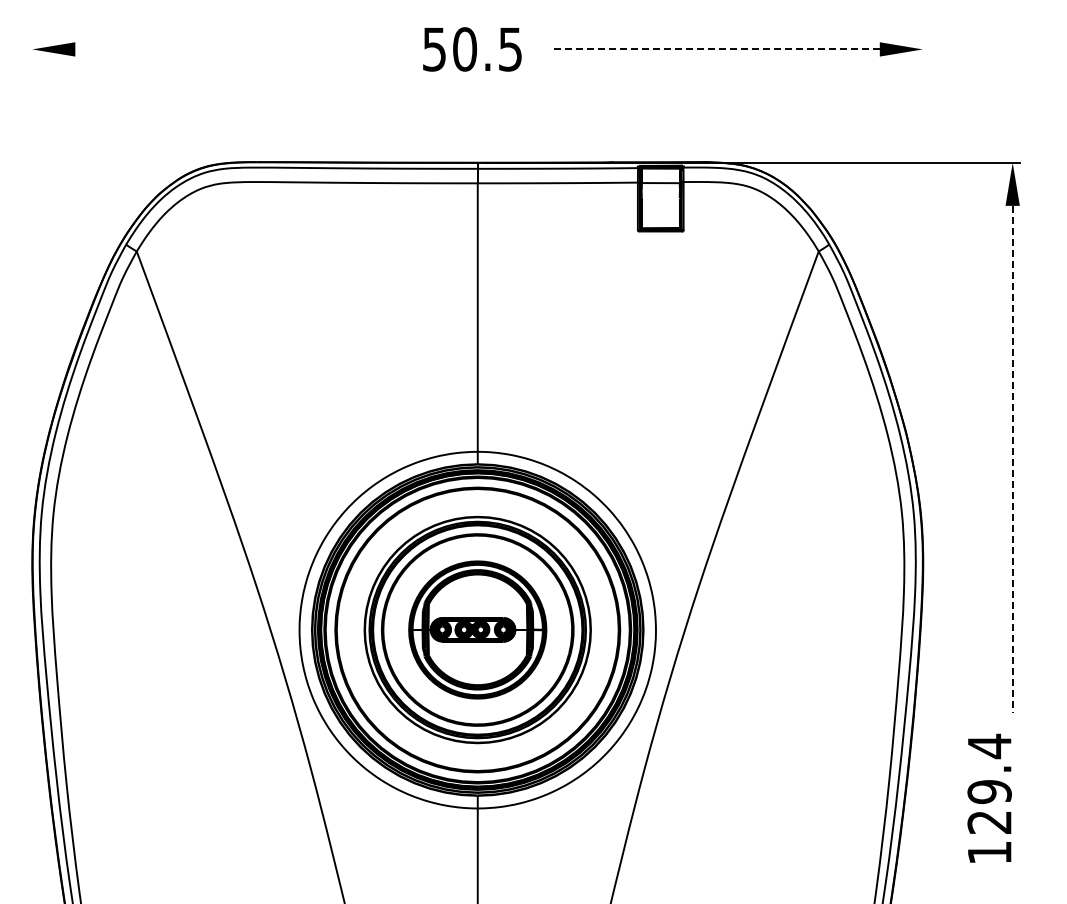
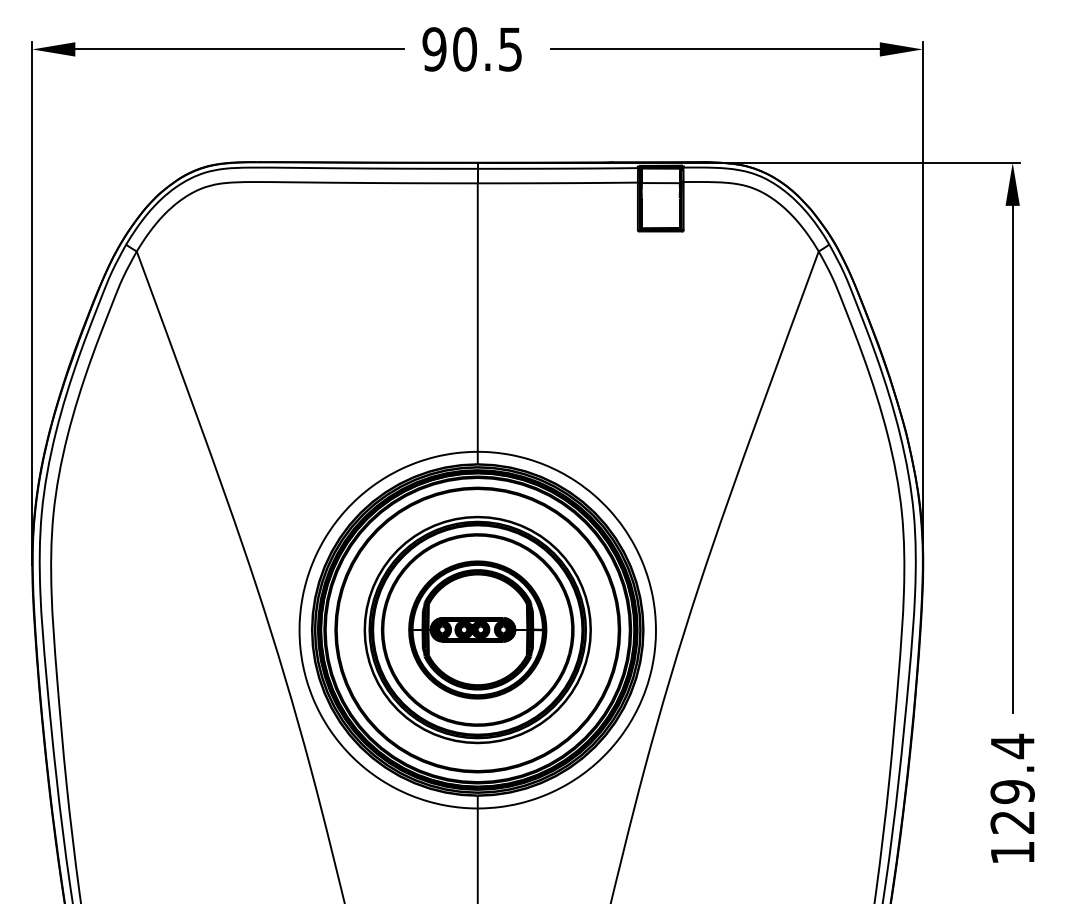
line at (239, 49): none -> present
text at (434, 49): 50.5 -> 90.5
line at (714, 49): dashed -> solid
line at (32, 302): none -> present
line at (922, 302): none -> present
line at (1012, 459): dashed -> solid
text at (989, 797) position: (989, 797) -> (1012, 797)
